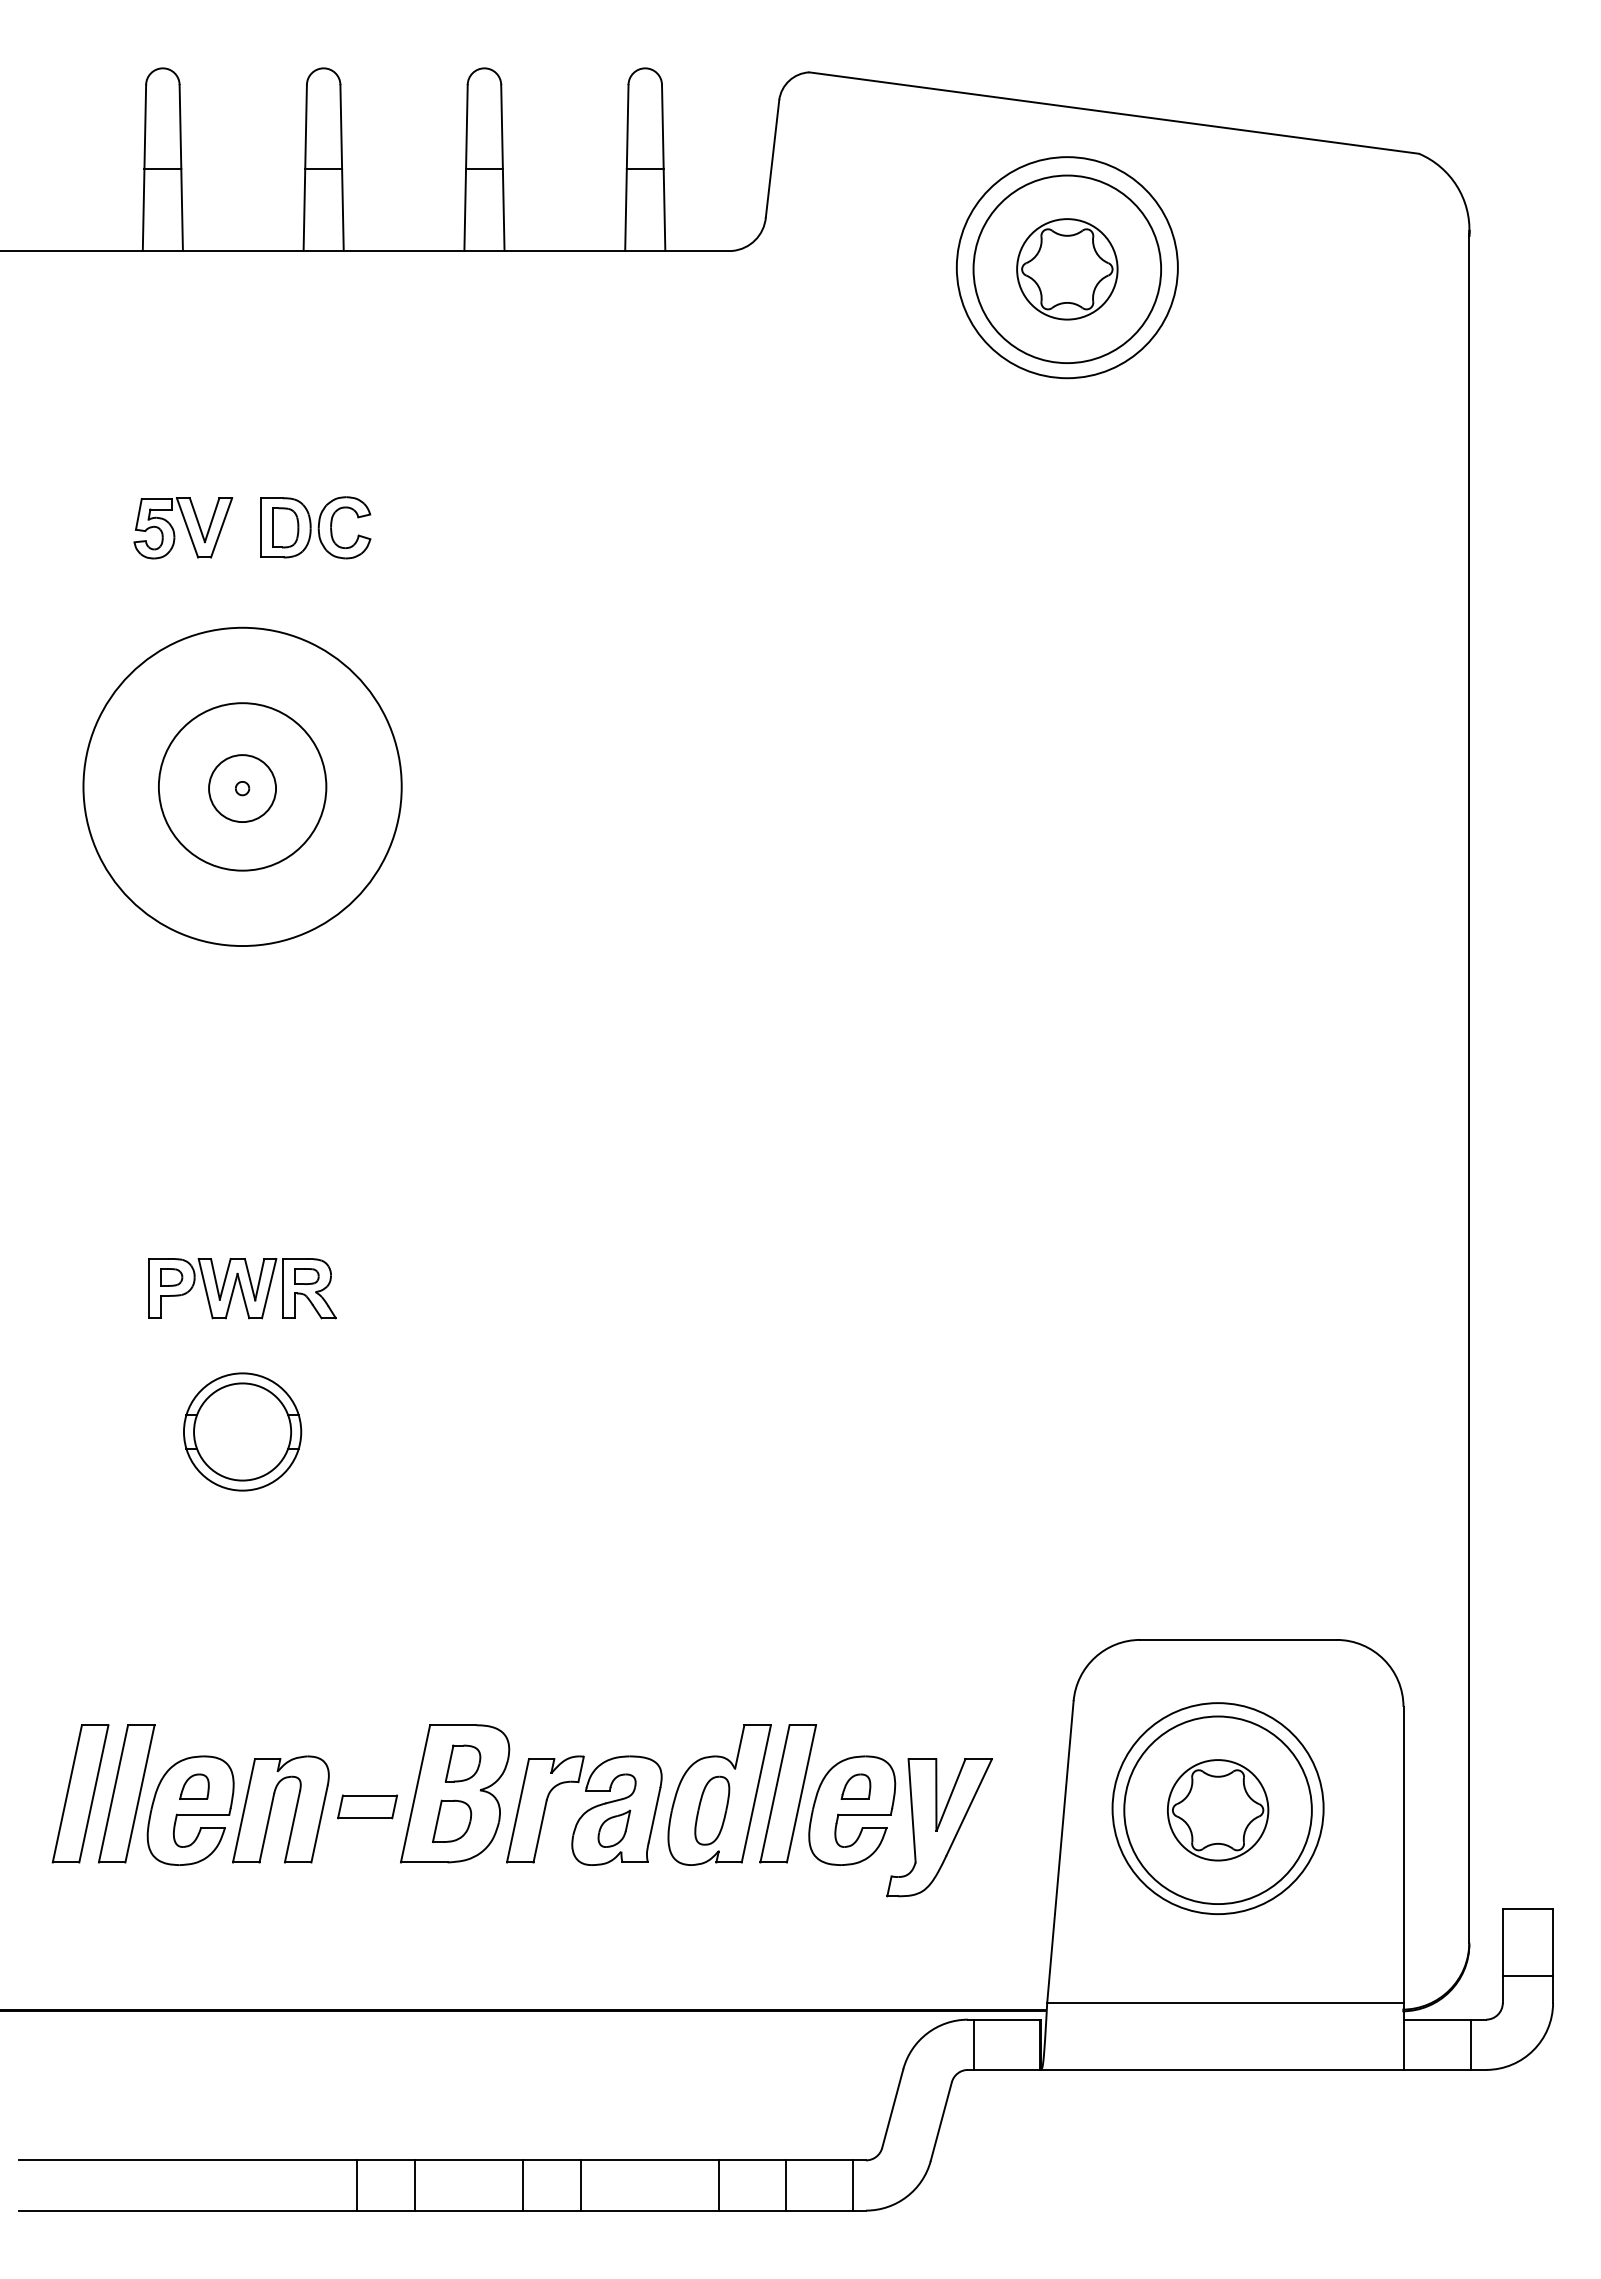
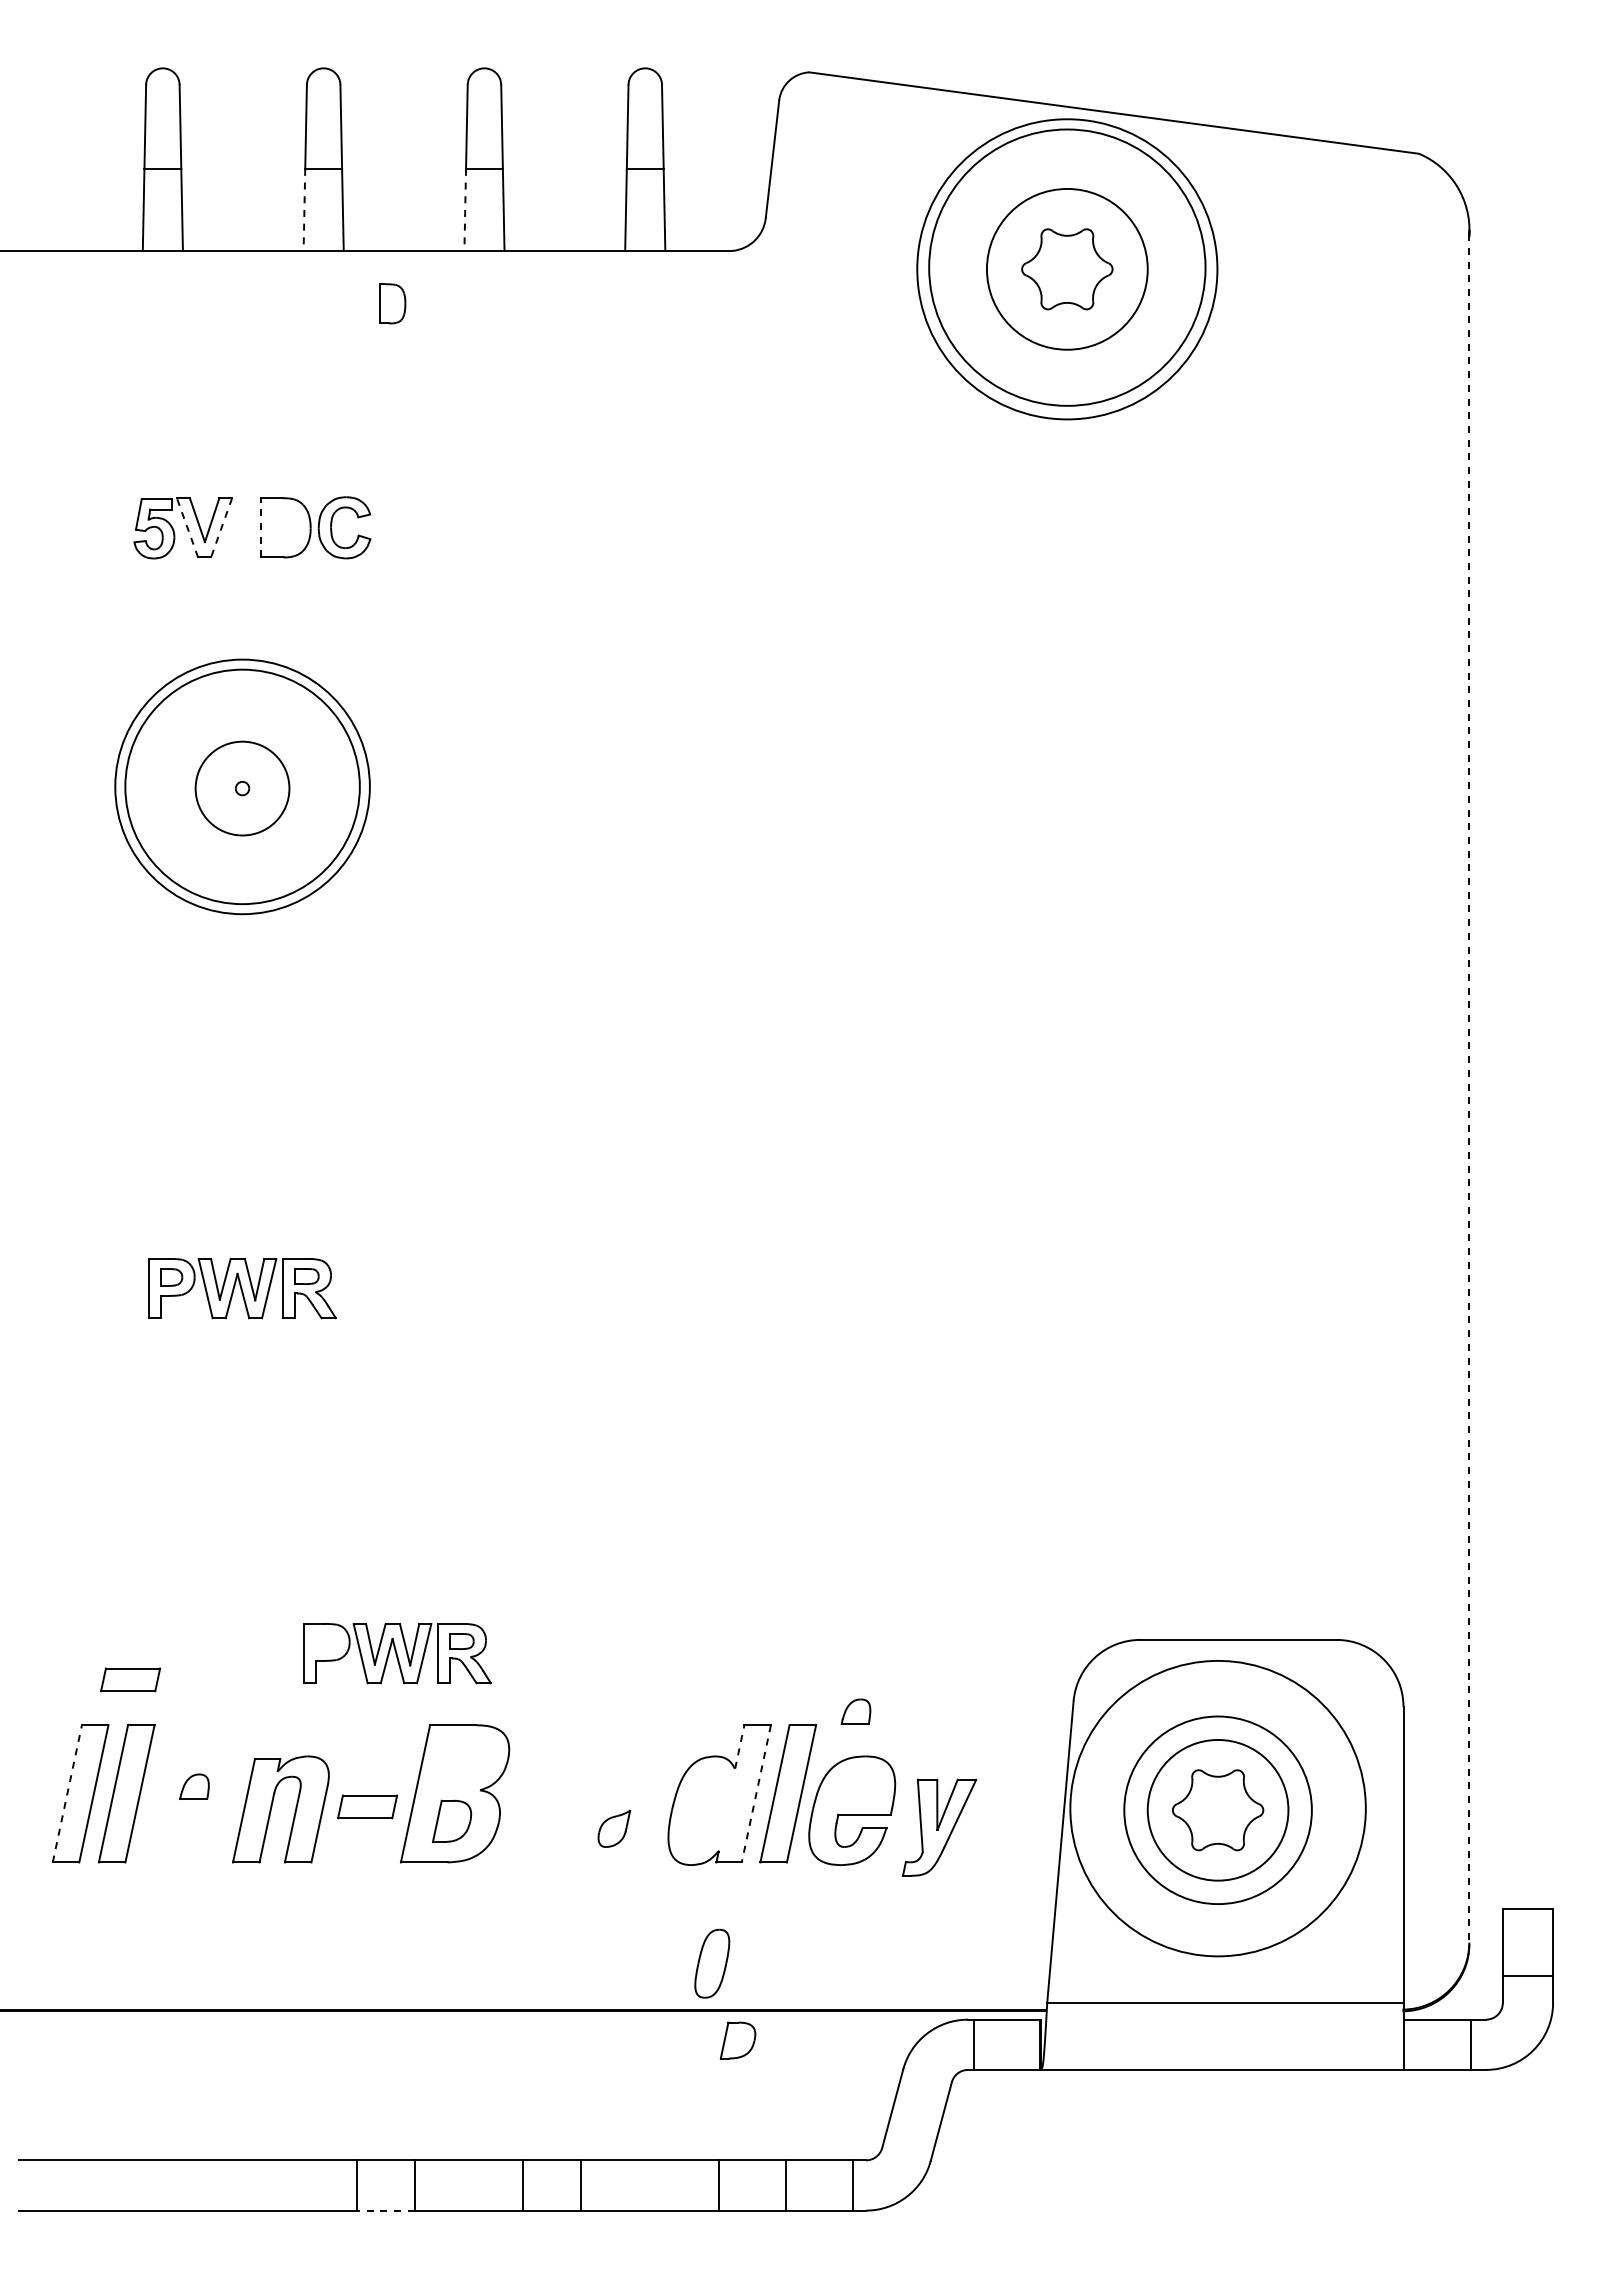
line at (304, 210): solid -> dashed
line at (465, 210): solid -> dashed
circle at (1066, 267) diameter: 221 px -> 276 px
circle at (1067, 269) diameter: 100 px -> 161 px
circle at (1067, 269) diameter: 188 px -> 300 px
line at (187, 527): solid -> dashed
line at (261, 527): solid -> dashed
part at (285, 527) position: (285, 527) -> (392, 303)
line at (221, 528): solid -> dashed
circle at (242, 786) diameter: 167 px -> 234 px
circle at (242, 786) diameter: 318 px -> 255 px
circle at (242, 788) diameter: 67 px -> 94 px
line at (1469, 1088): solid -> dashed
part at (242, 1431): present -> none
part at (397, 1653): none -> present
part at (130, 1679): none -> present
line at (739, 1746): solid -> dashed
part at (462, 1763) position: (462, 1763) -> (737, 2040)
part at (855, 1786) position: (855, 1786) -> (855, 1711)
line at (67, 1793): solid -> dashed
line at (756, 1794): solid -> dashed
circle at (1217, 1808) diameter: 211 px -> 295 px
part at (190, 1810): present -> none
part at (584, 1810): present -> none
part at (712, 1810) position: (712, 1810) -> (712, 1963)
circle at (1217, 1810) diameter: 100 px -> 141 px
part at (939, 1827) size: 107x140 px -> 76x99 px
line at (385, 2210): solid -> dashed
